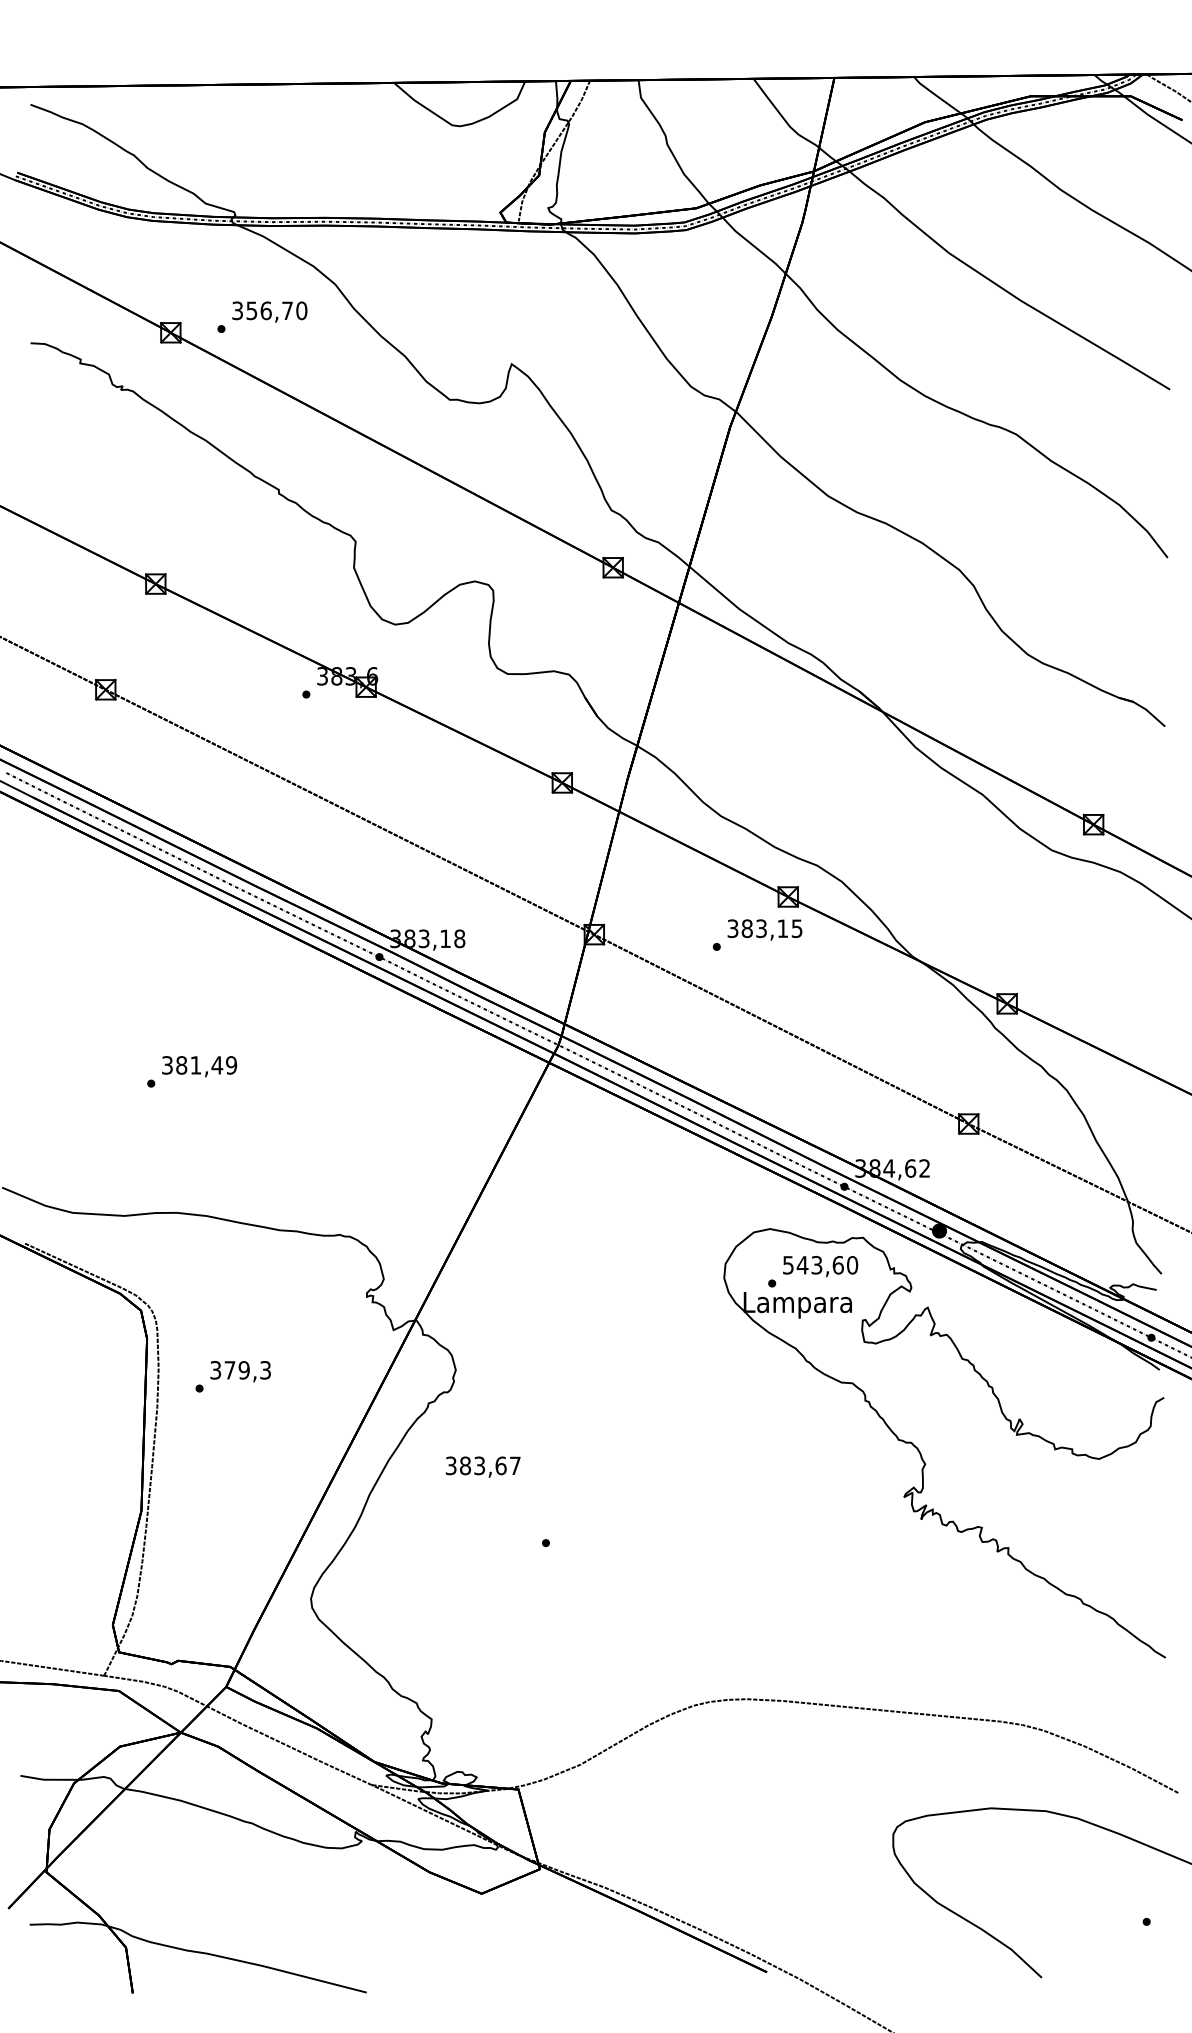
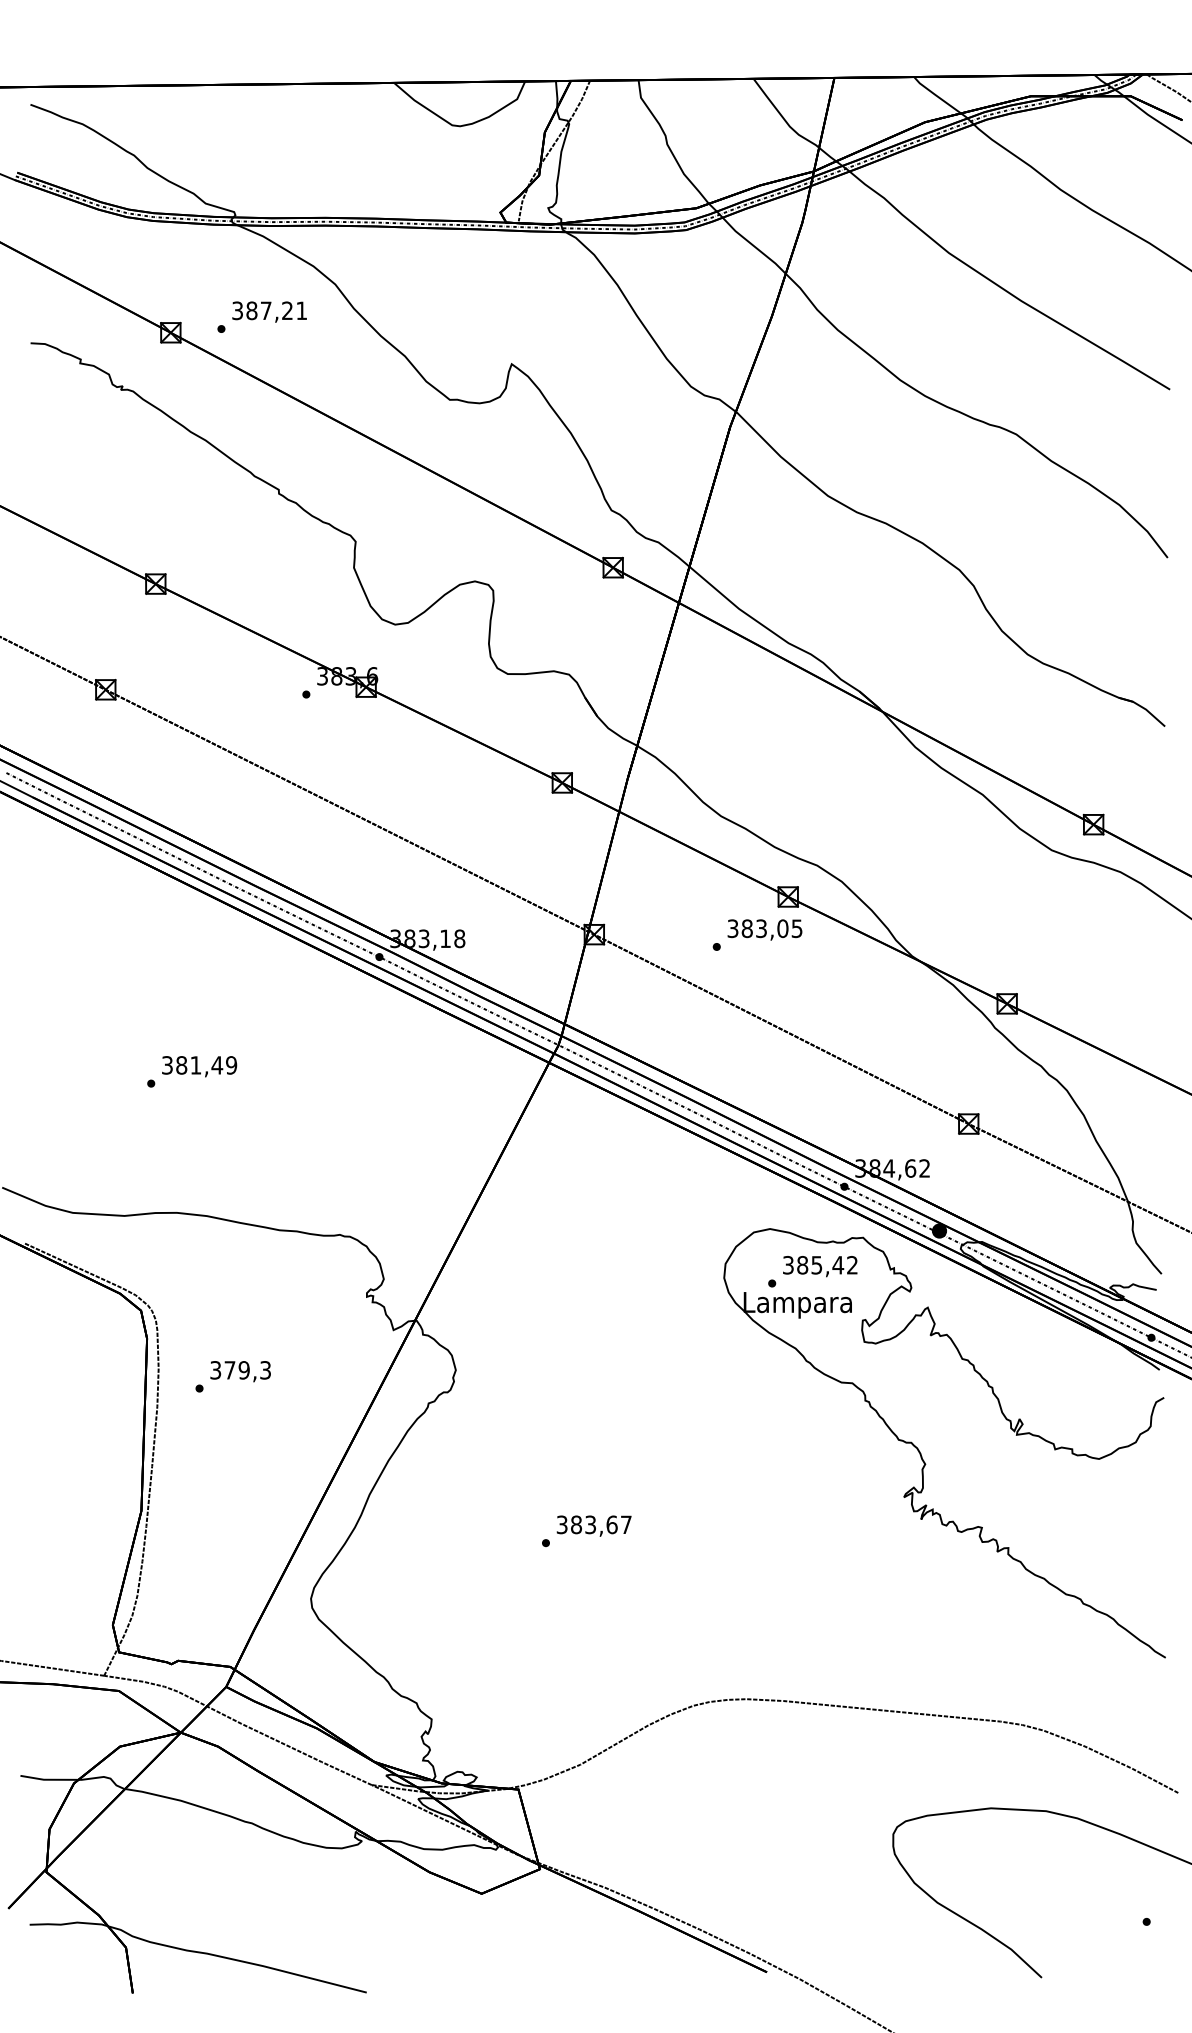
text at (276, 310): 356,70 -> 387,21
text at (782, 928): 383,15 -> 383,05
text at (820, 1264): 543,60 -> 385,42
text at (482, 1466) position: (482, 1466) -> (593, 1525)
